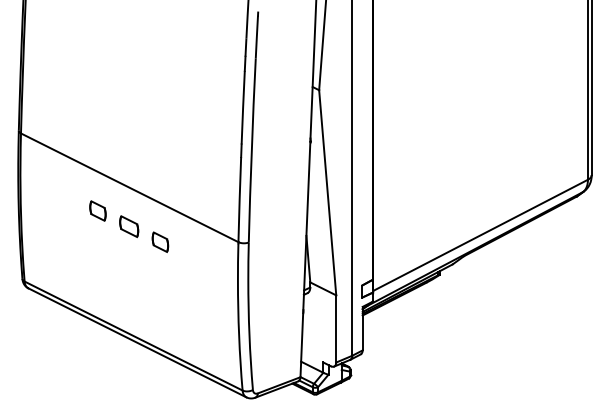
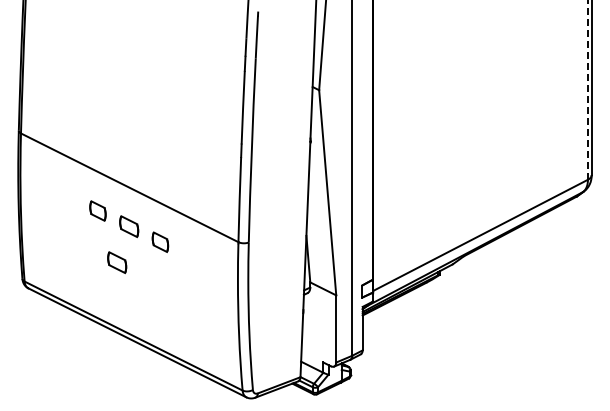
line at (587, 89): solid -> dashed
part at (117, 262): none -> present
